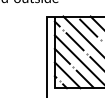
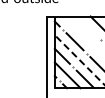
line at (88, 27): present -> none
line at (82, 35): present -> none
line at (79, 59): solid -> dashed
